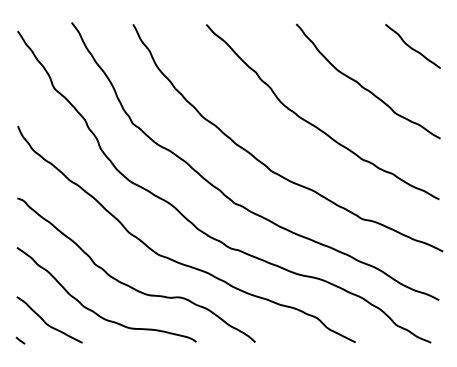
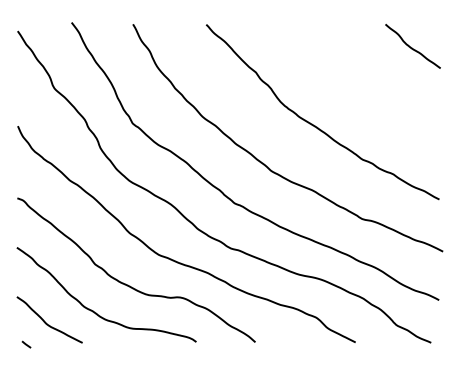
curve at (362, 85): present -> none
line at (20, 340) position: (20, 340) -> (26, 344)
